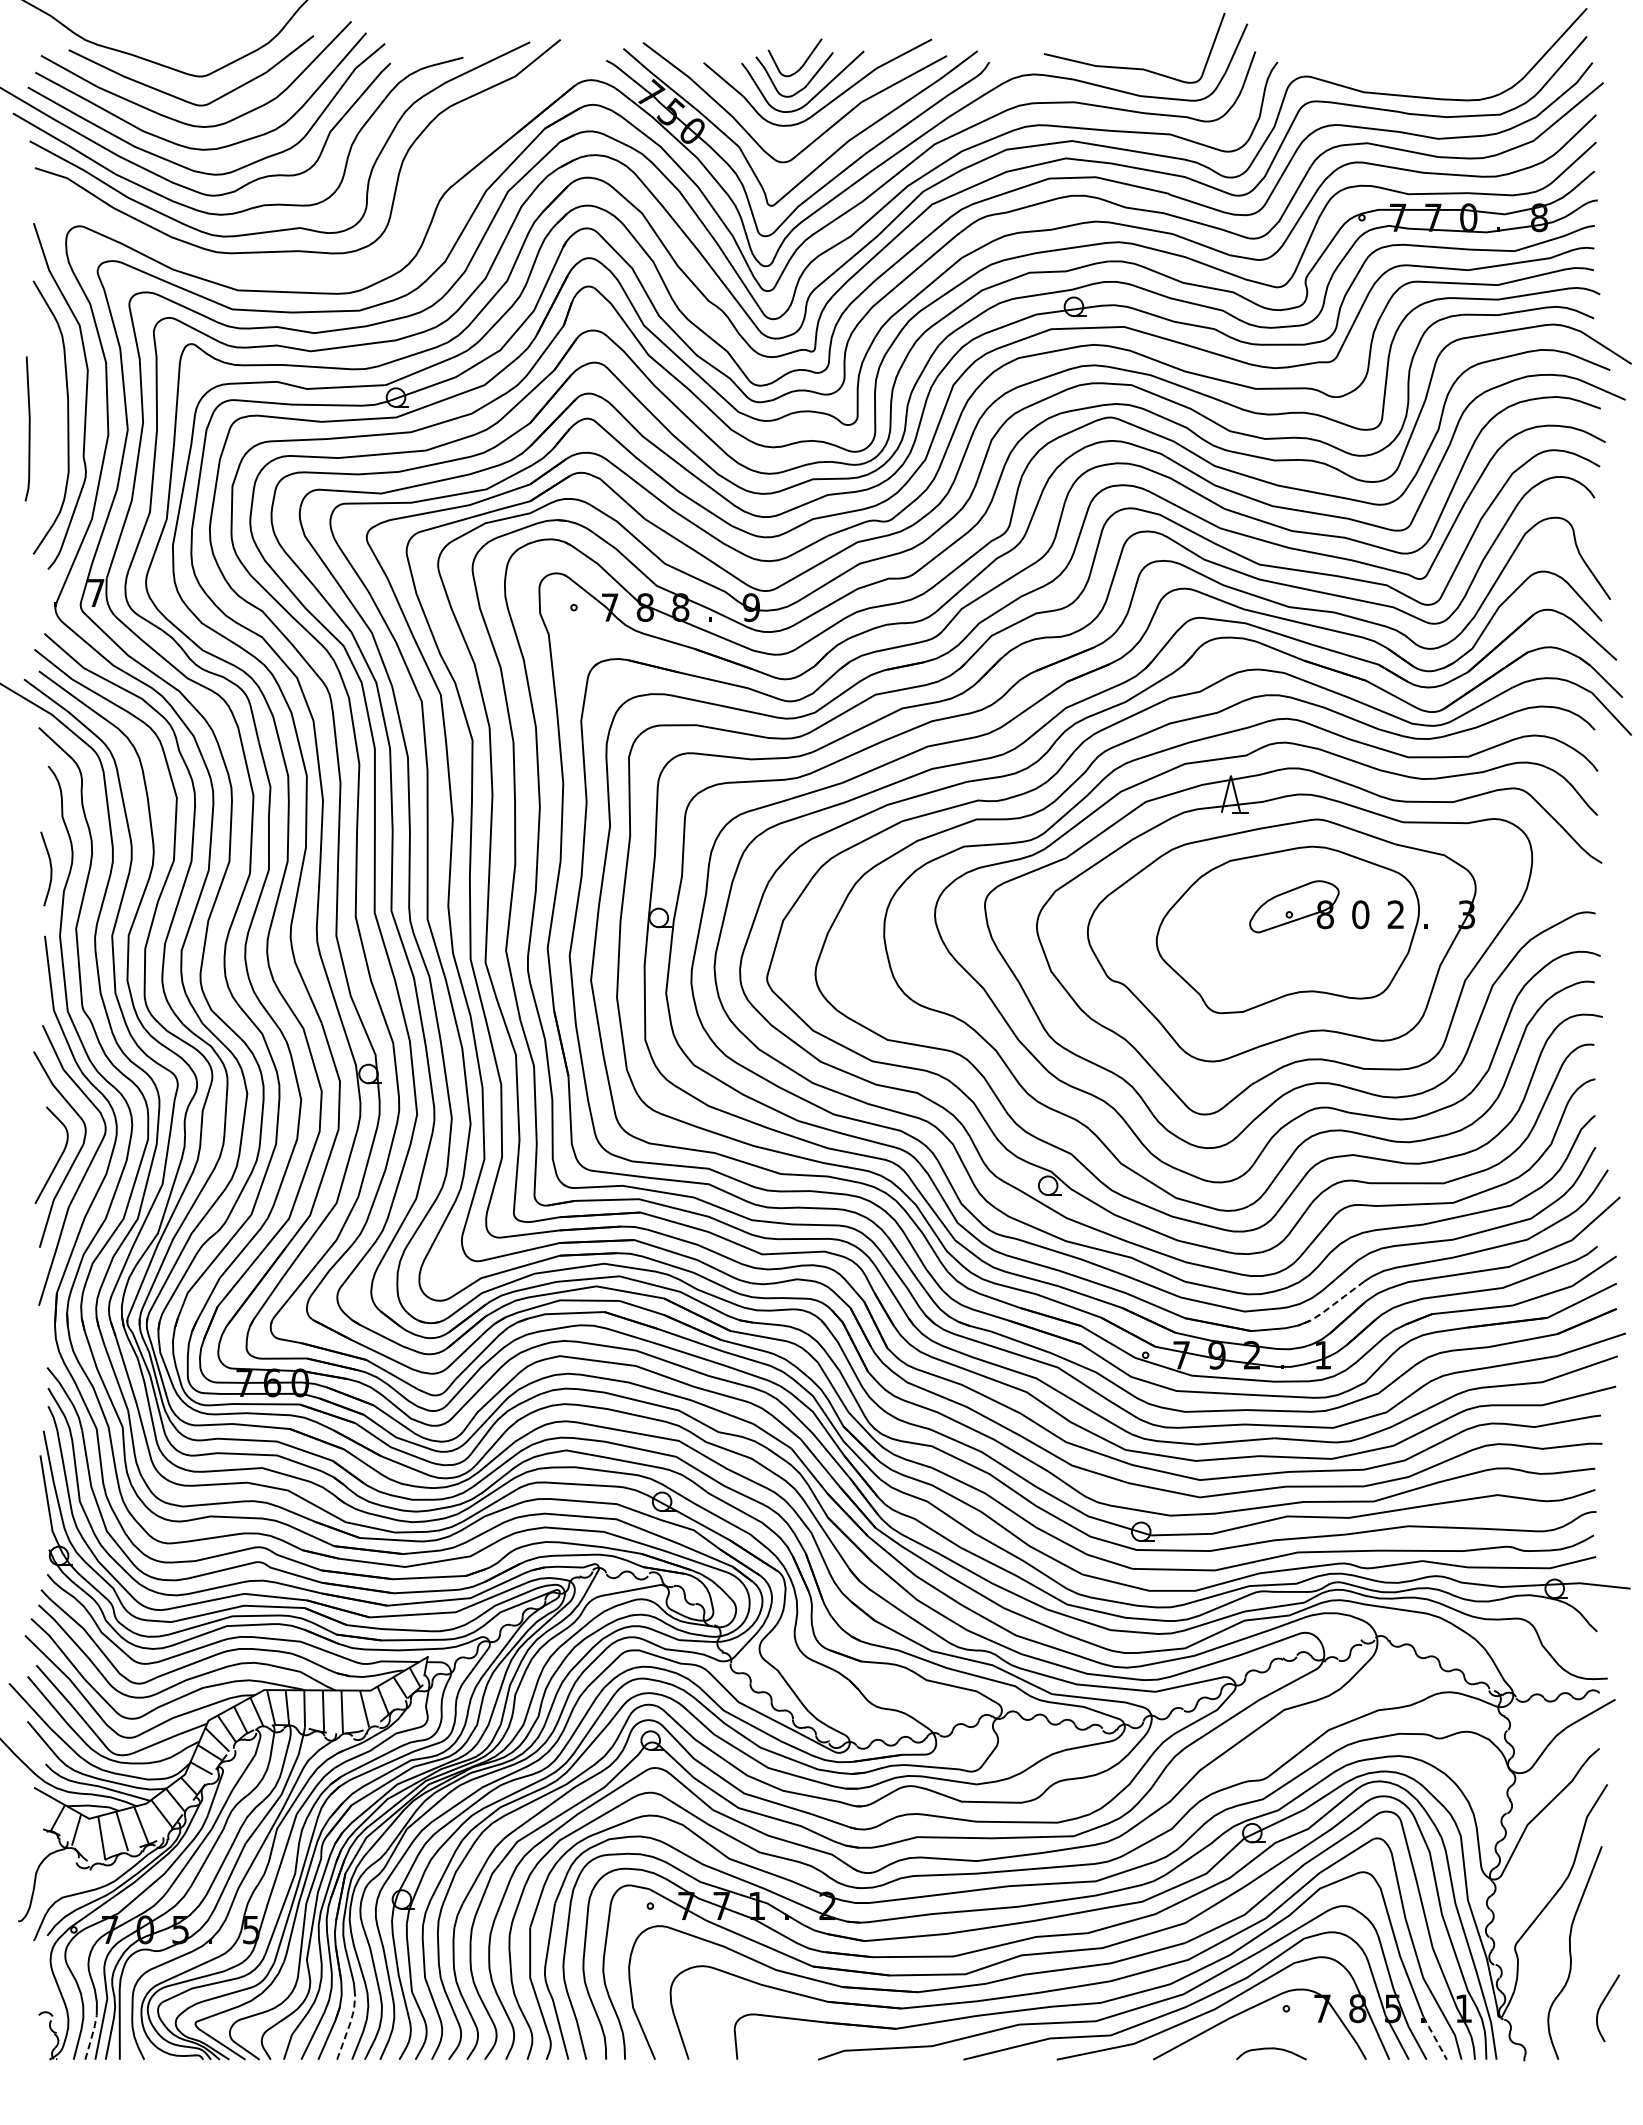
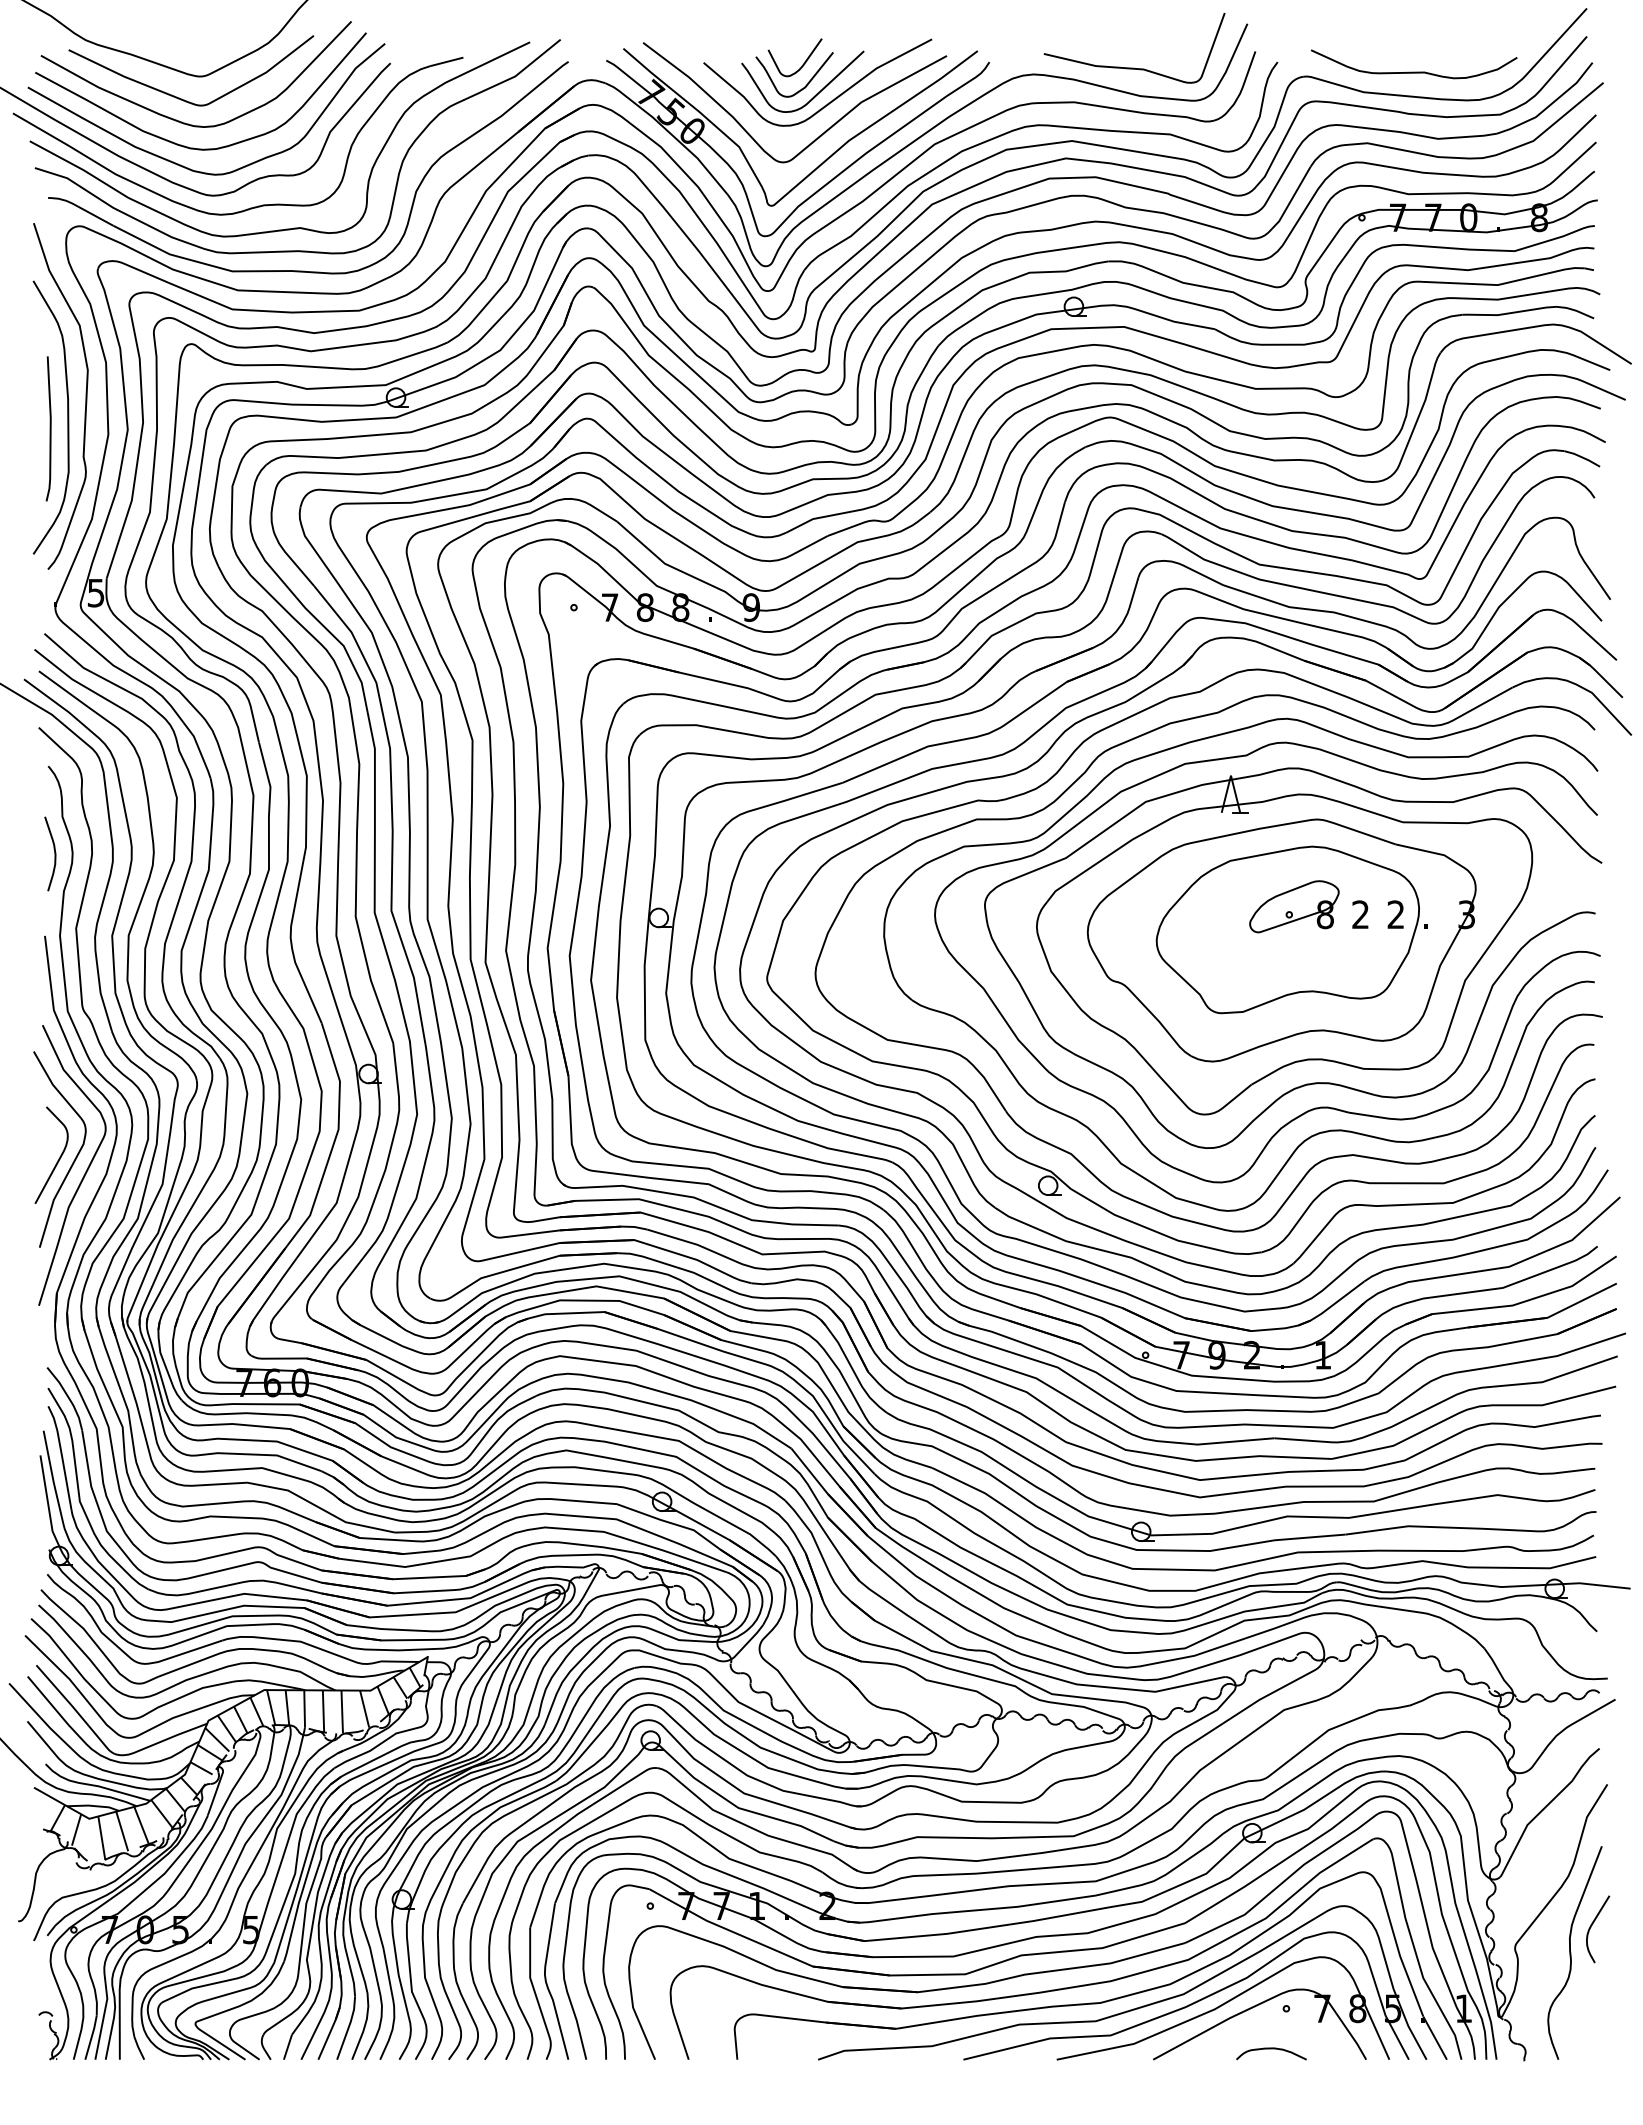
curve at (1414, 71): none -> present
part at (304, 270): none -> present
line at (28, 428) position: (28, 428) -> (49, 428)
text at (95, 593): 7 -> 5
curve at (50, 868) position: (50, 868) -> (54, 853)
text at (1360, 914): 0 -> 2
line at (1331, 1306): dashed -> solid
curve at (1602, 2004) position: (1602, 2004) -> (1592, 1925)
line at (348, 2027): dashed -> solid
line at (91, 2036): dashed -> solid
line at (1435, 2038): dashed -> solid
